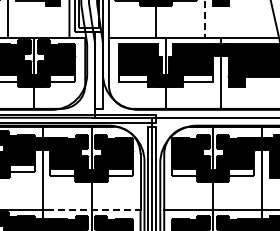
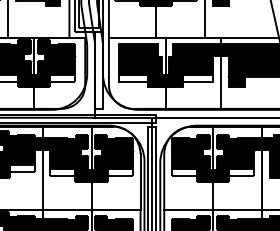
line at (204, 19): dashed -> solid
line at (94, 209): dashed -> solid
